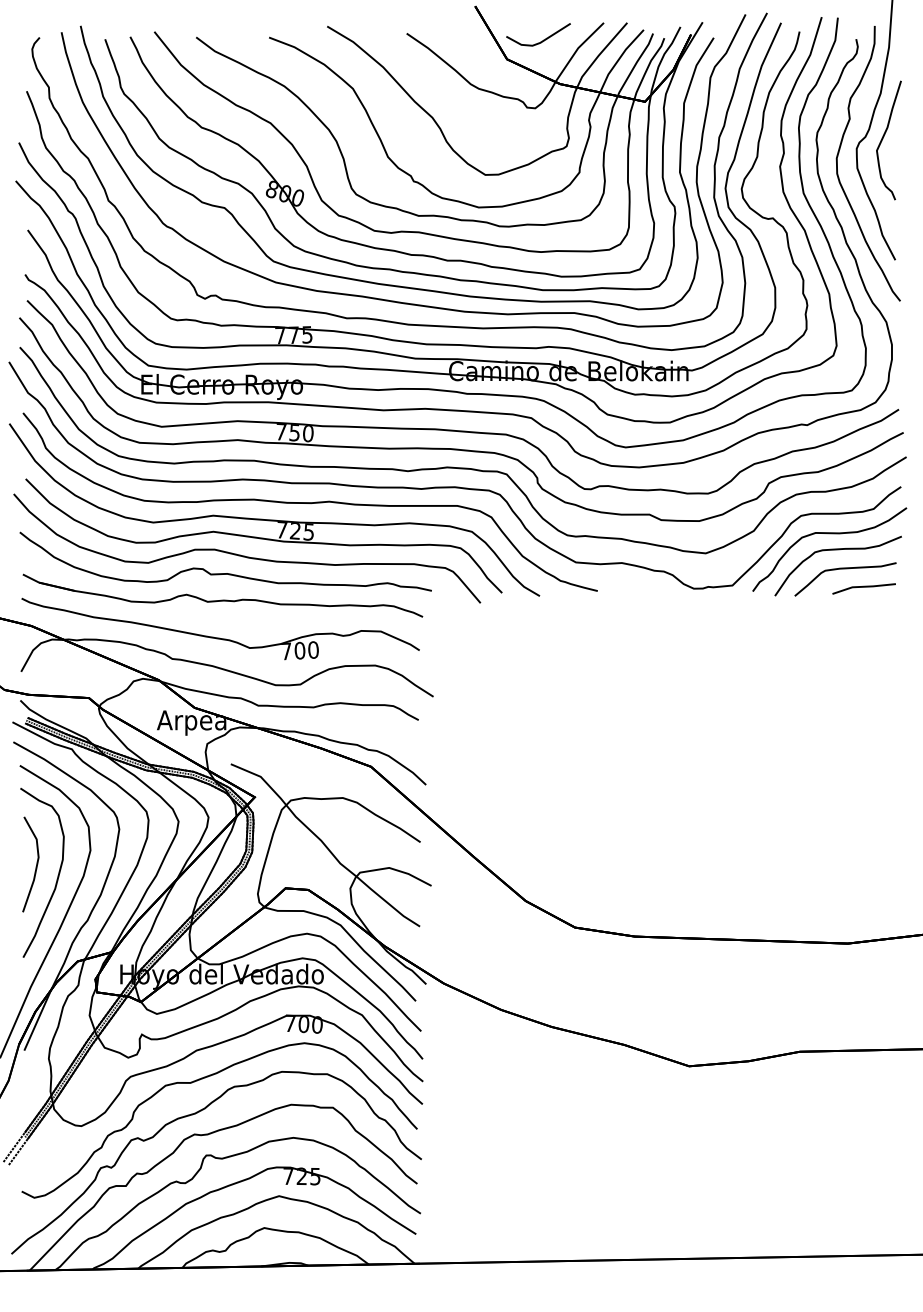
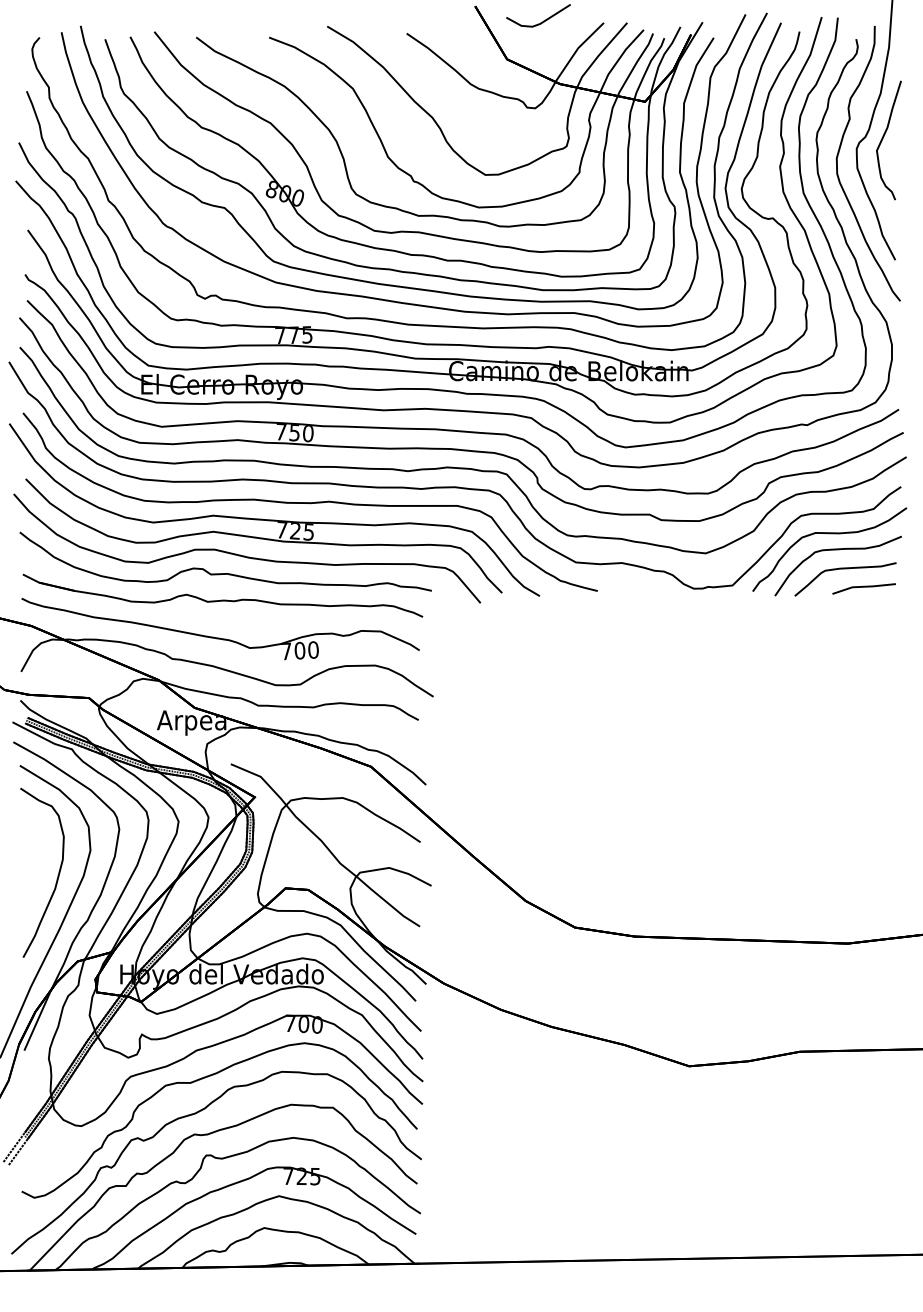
part at (543, 39) position: (543, 39) -> (543, 20)
part at (30, 864): present -> none
